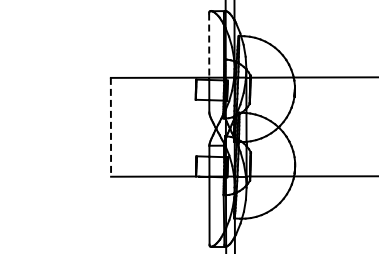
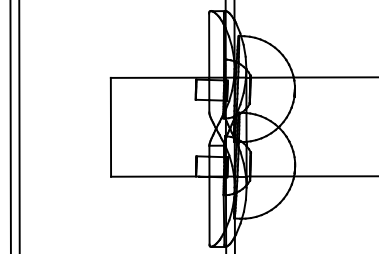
line at (209, 46): dashed -> solid
line at (10, 126): none -> present
line at (19, 126): none -> present
line at (110, 127): dashed -> solid
